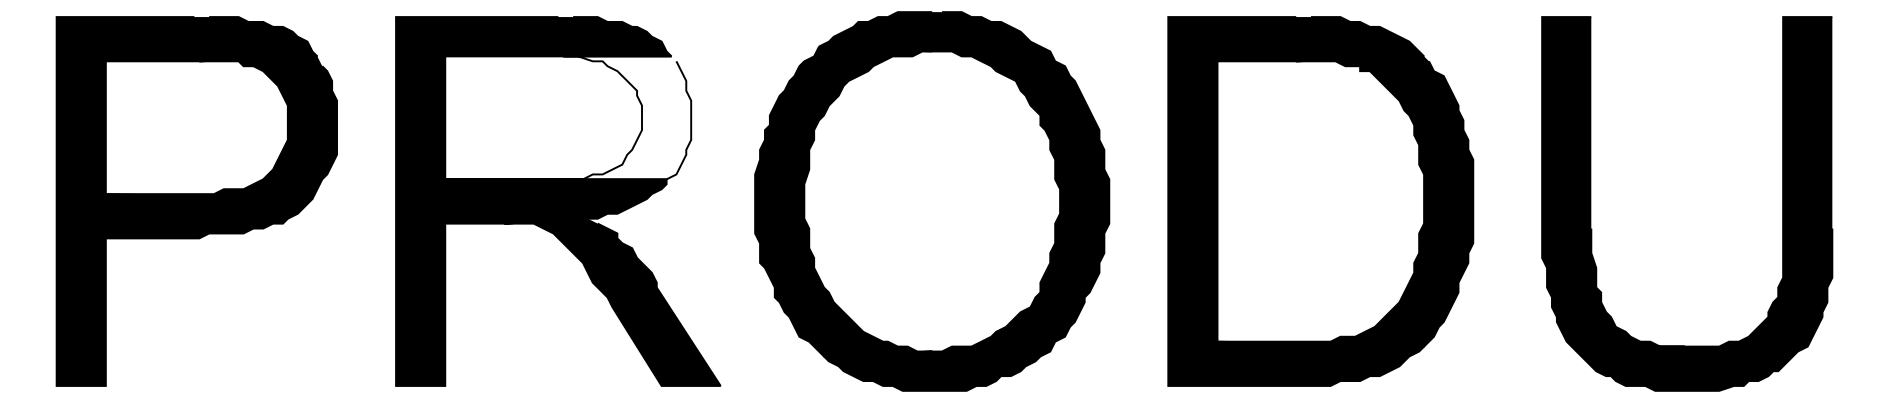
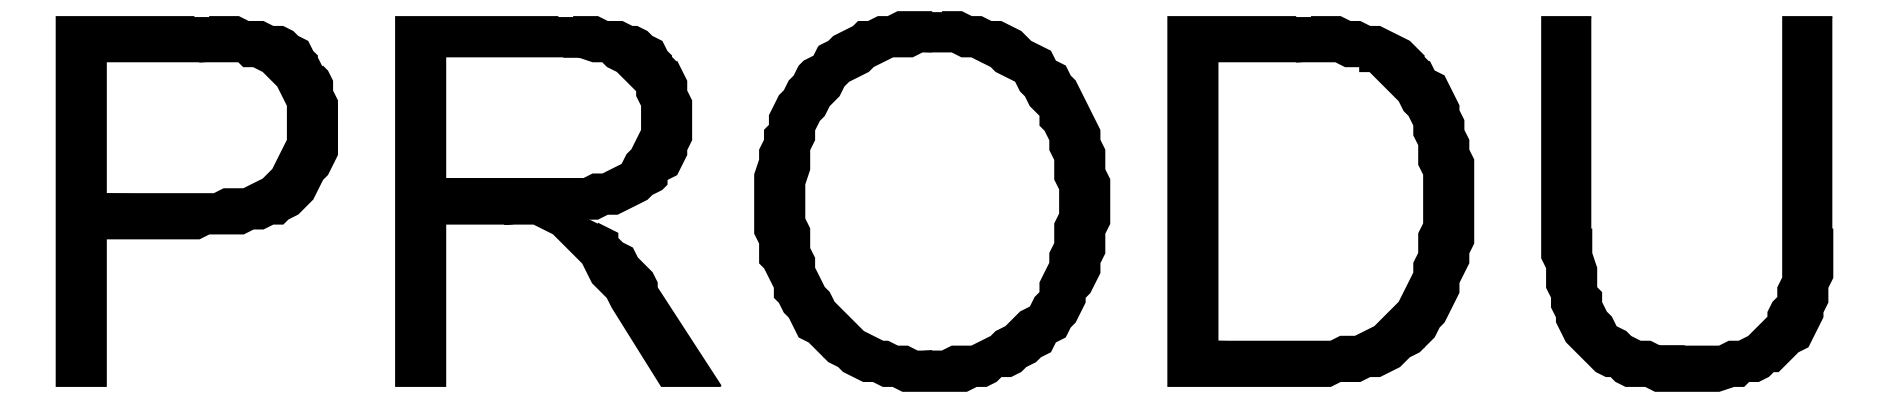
fill at (568, 117): none -> present
